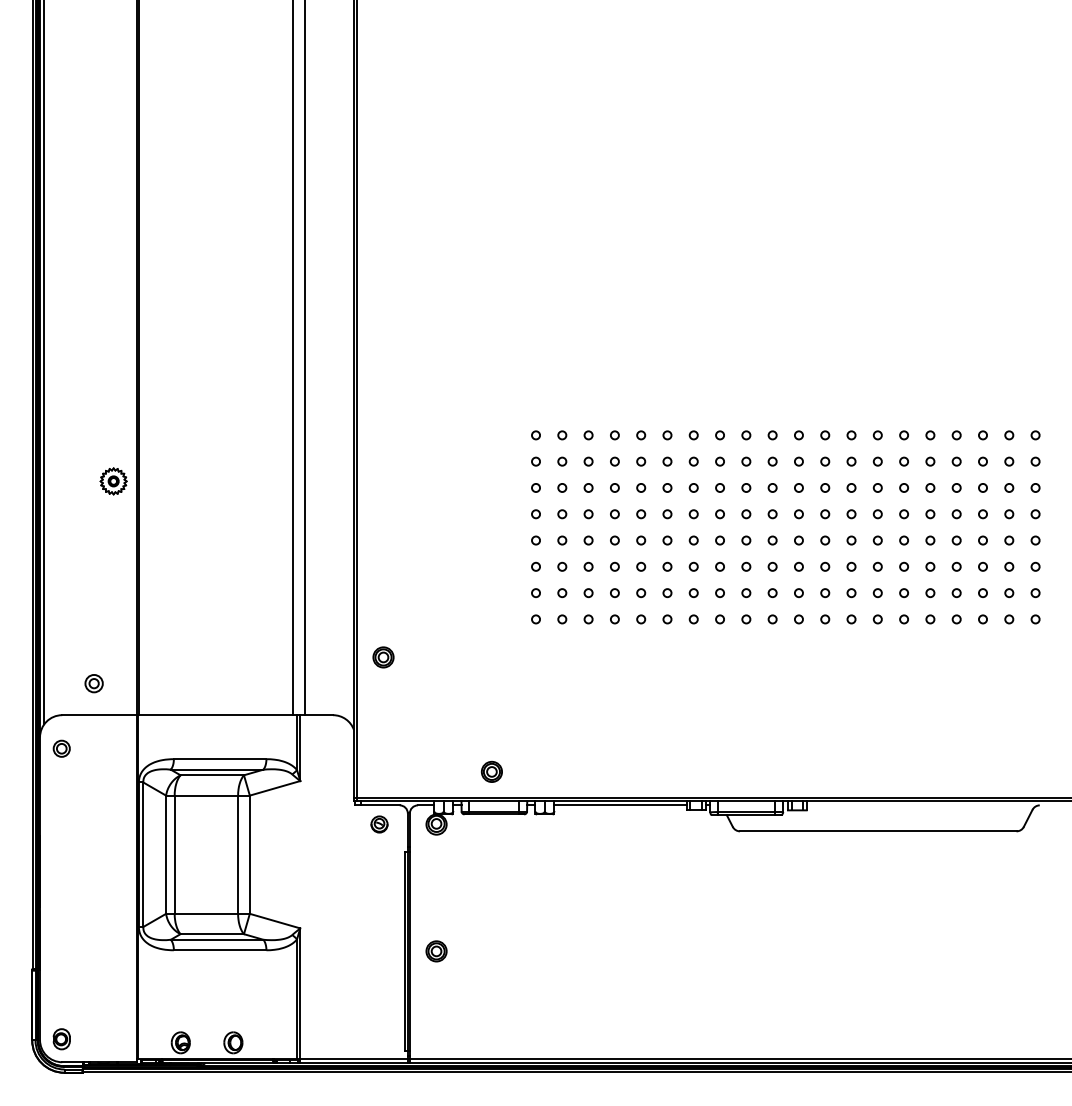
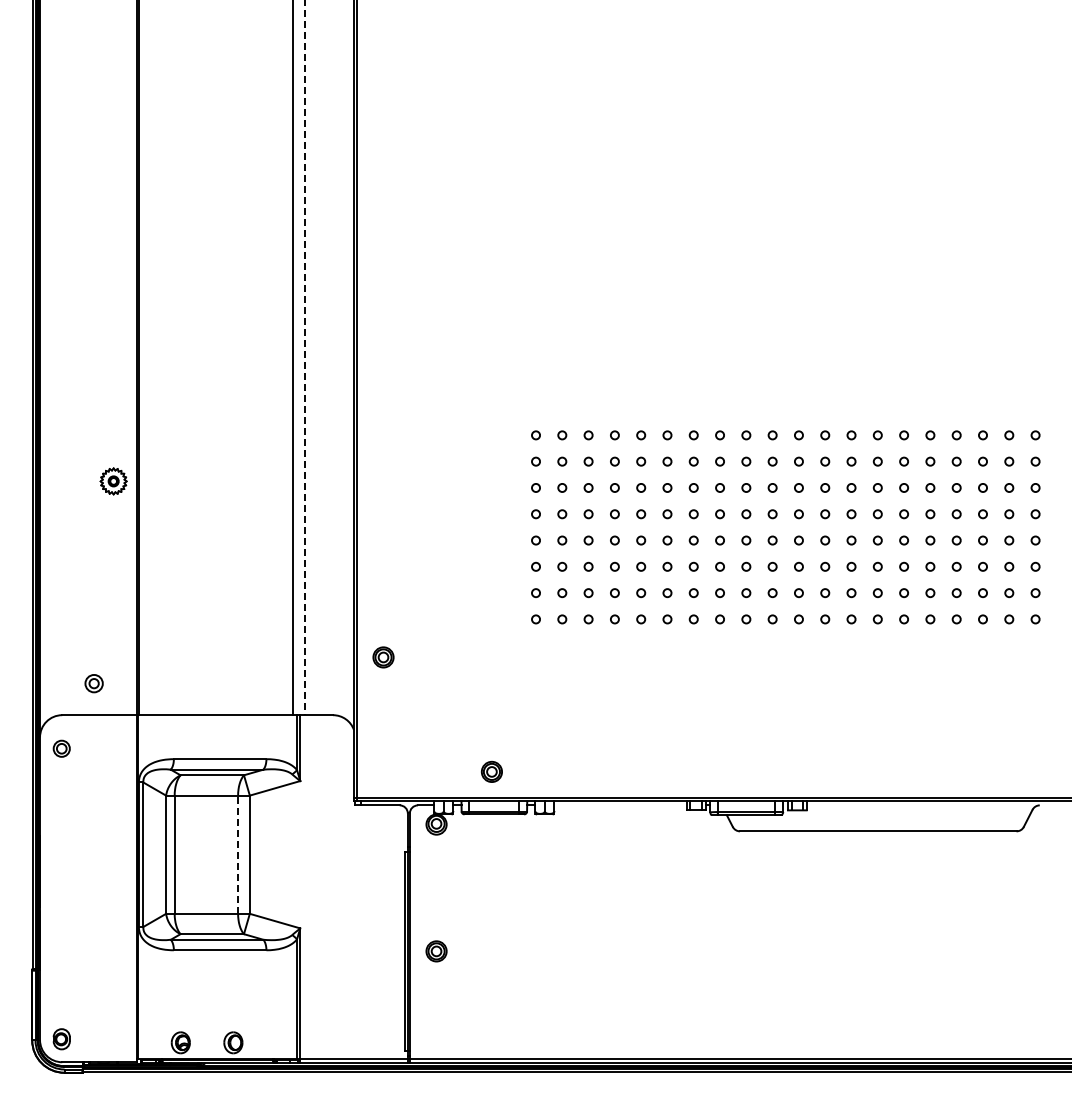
line at (305, 358): solid -> dashed
line at (44, 363): present -> none
line at (620, 805): present -> none
part at (379, 824): present -> none
line at (238, 854): solid -> dashed
